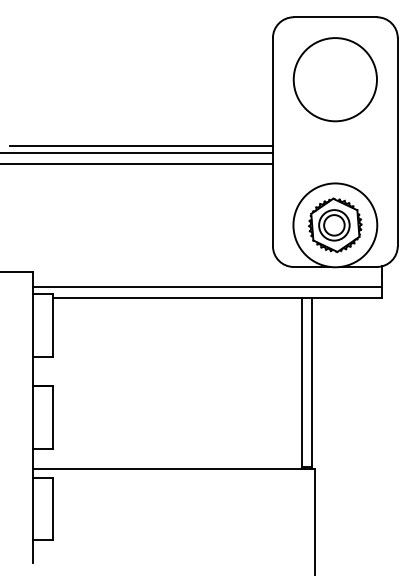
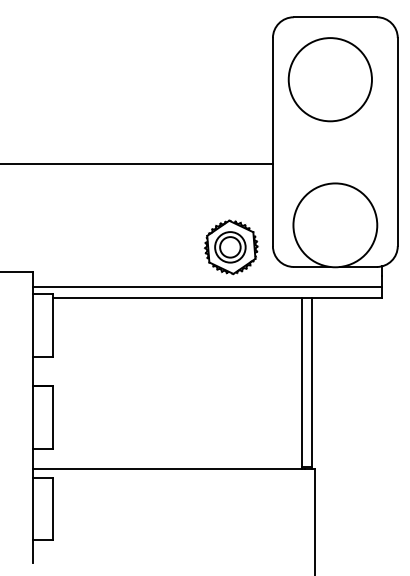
circle at (334, 79) position: (334, 79) -> (329, 79)
line at (141, 146): present -> none
line at (137, 152): present -> none
part at (334, 225) position: (334, 225) -> (230, 247)
